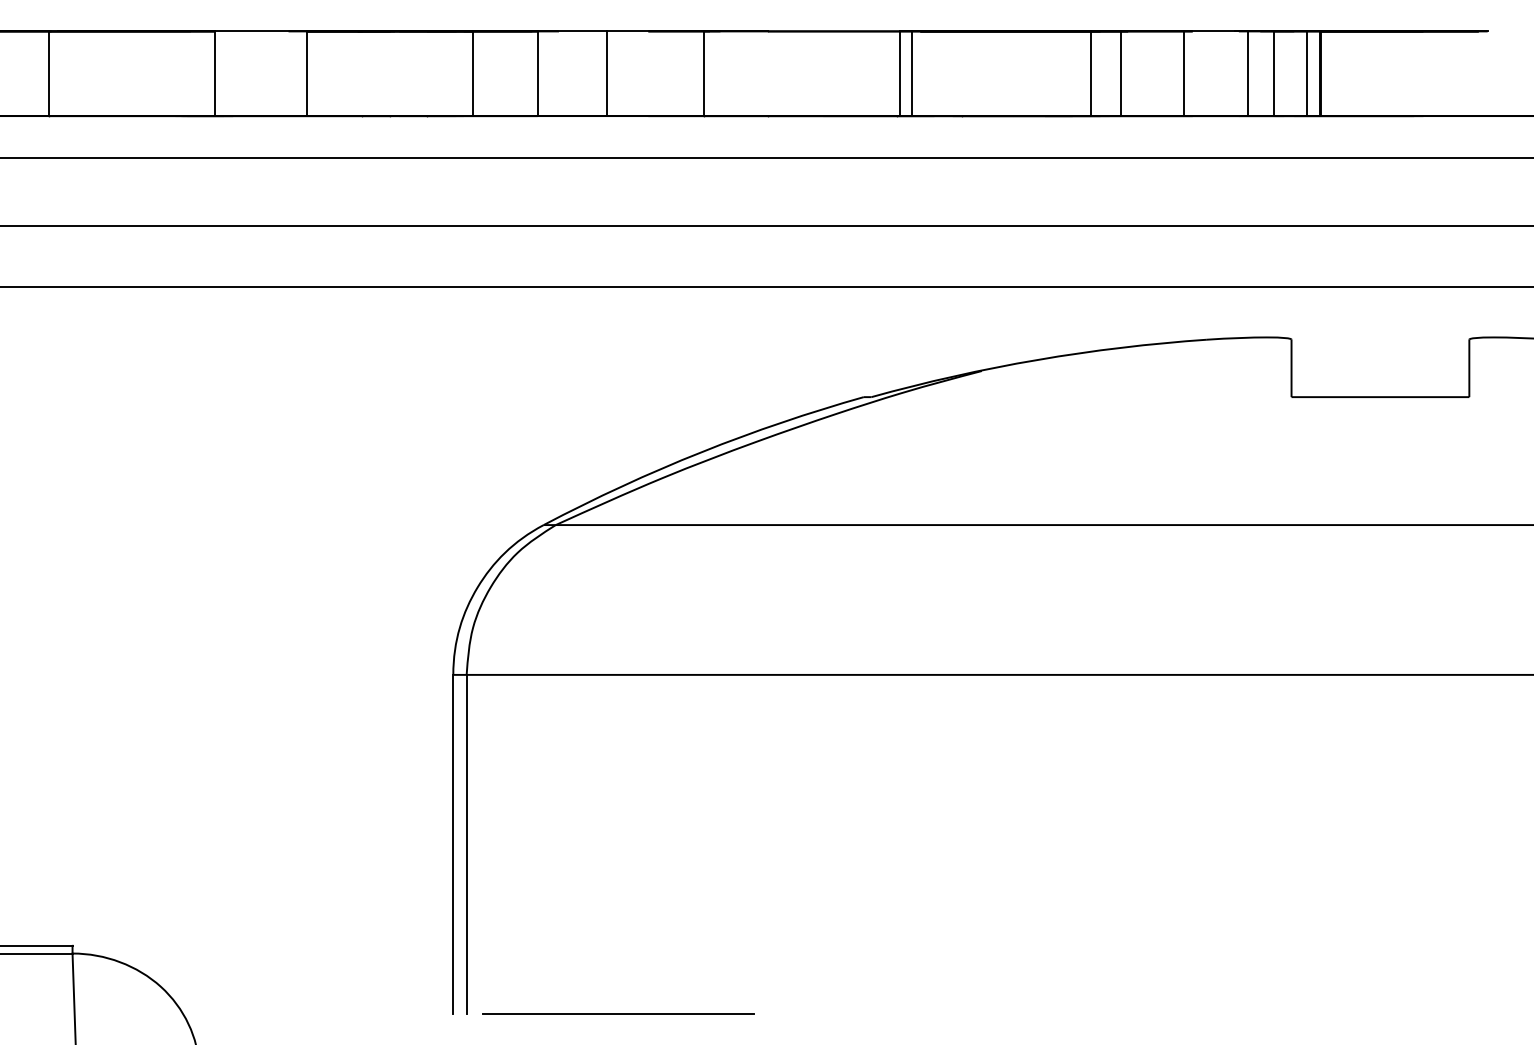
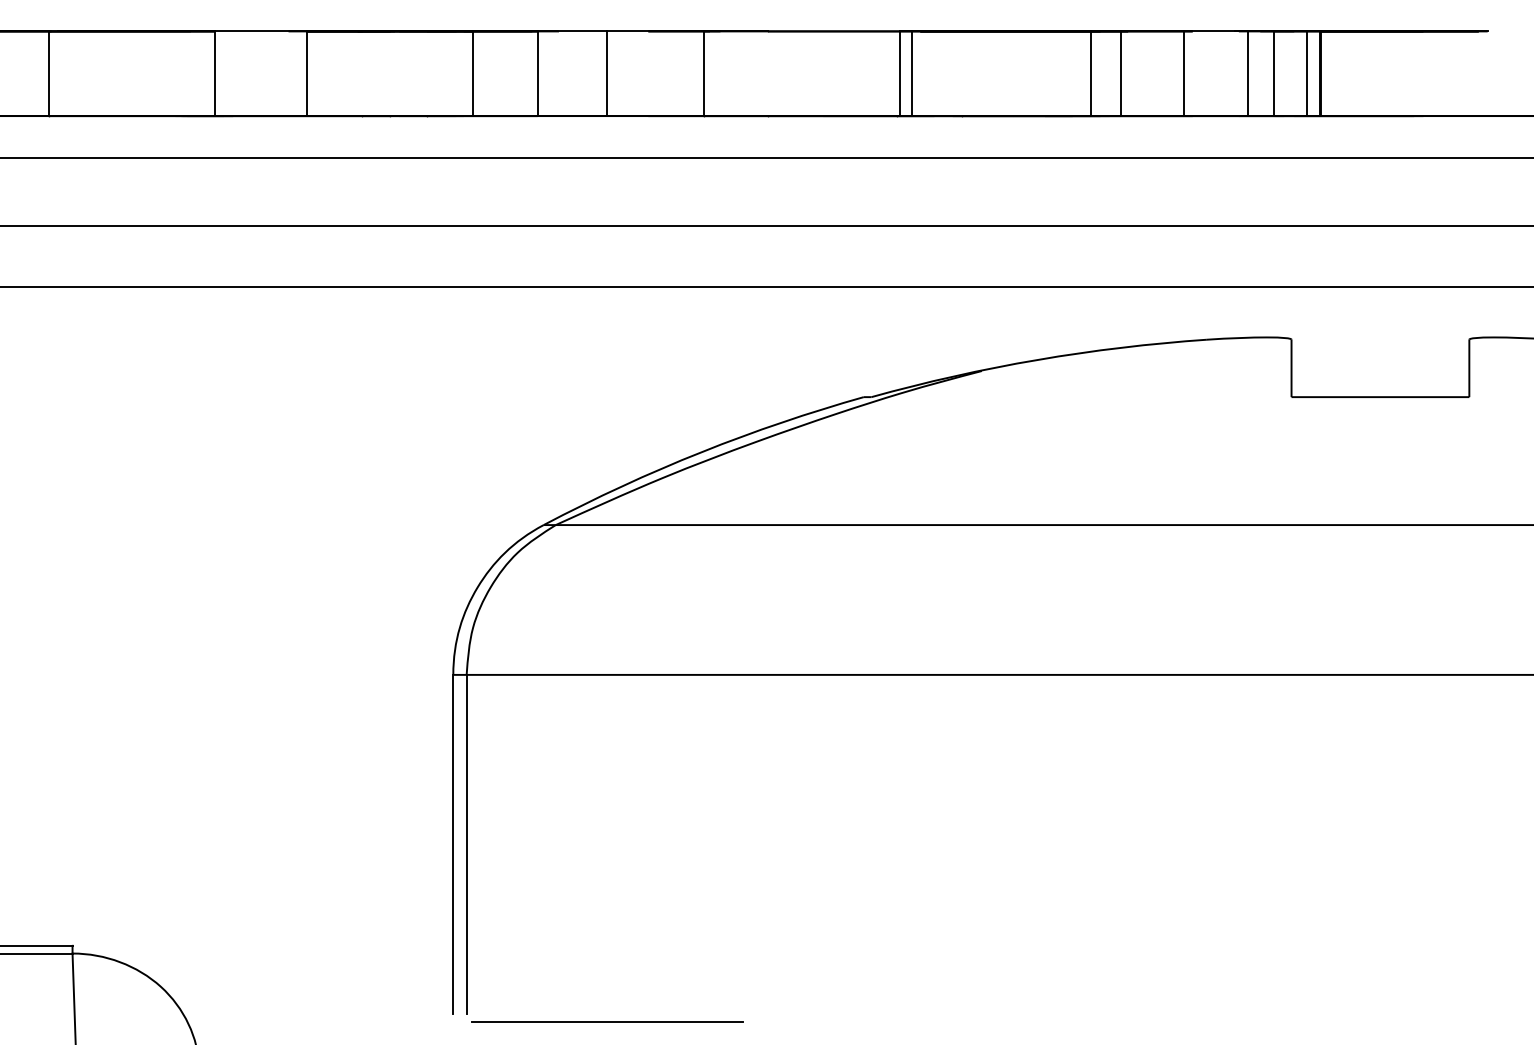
line at (618, 1013) position: (618, 1013) -> (607, 1021)
